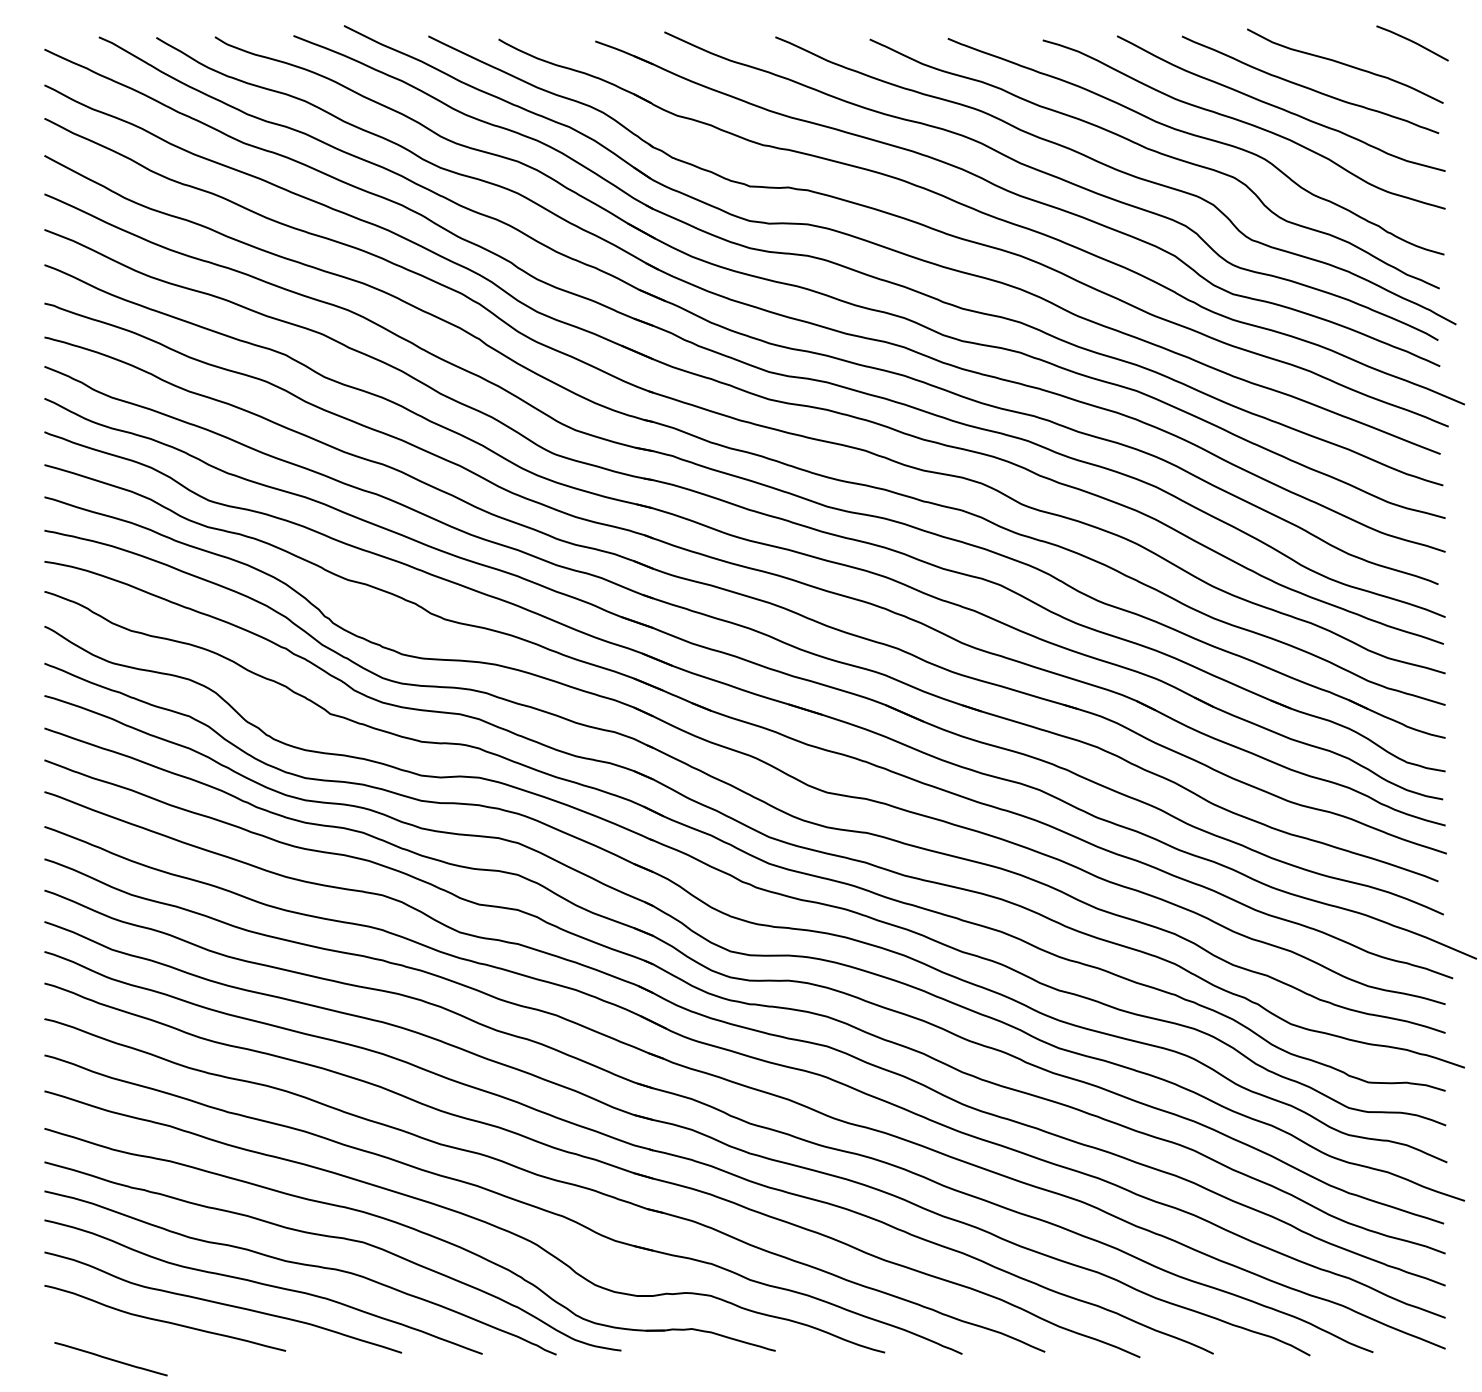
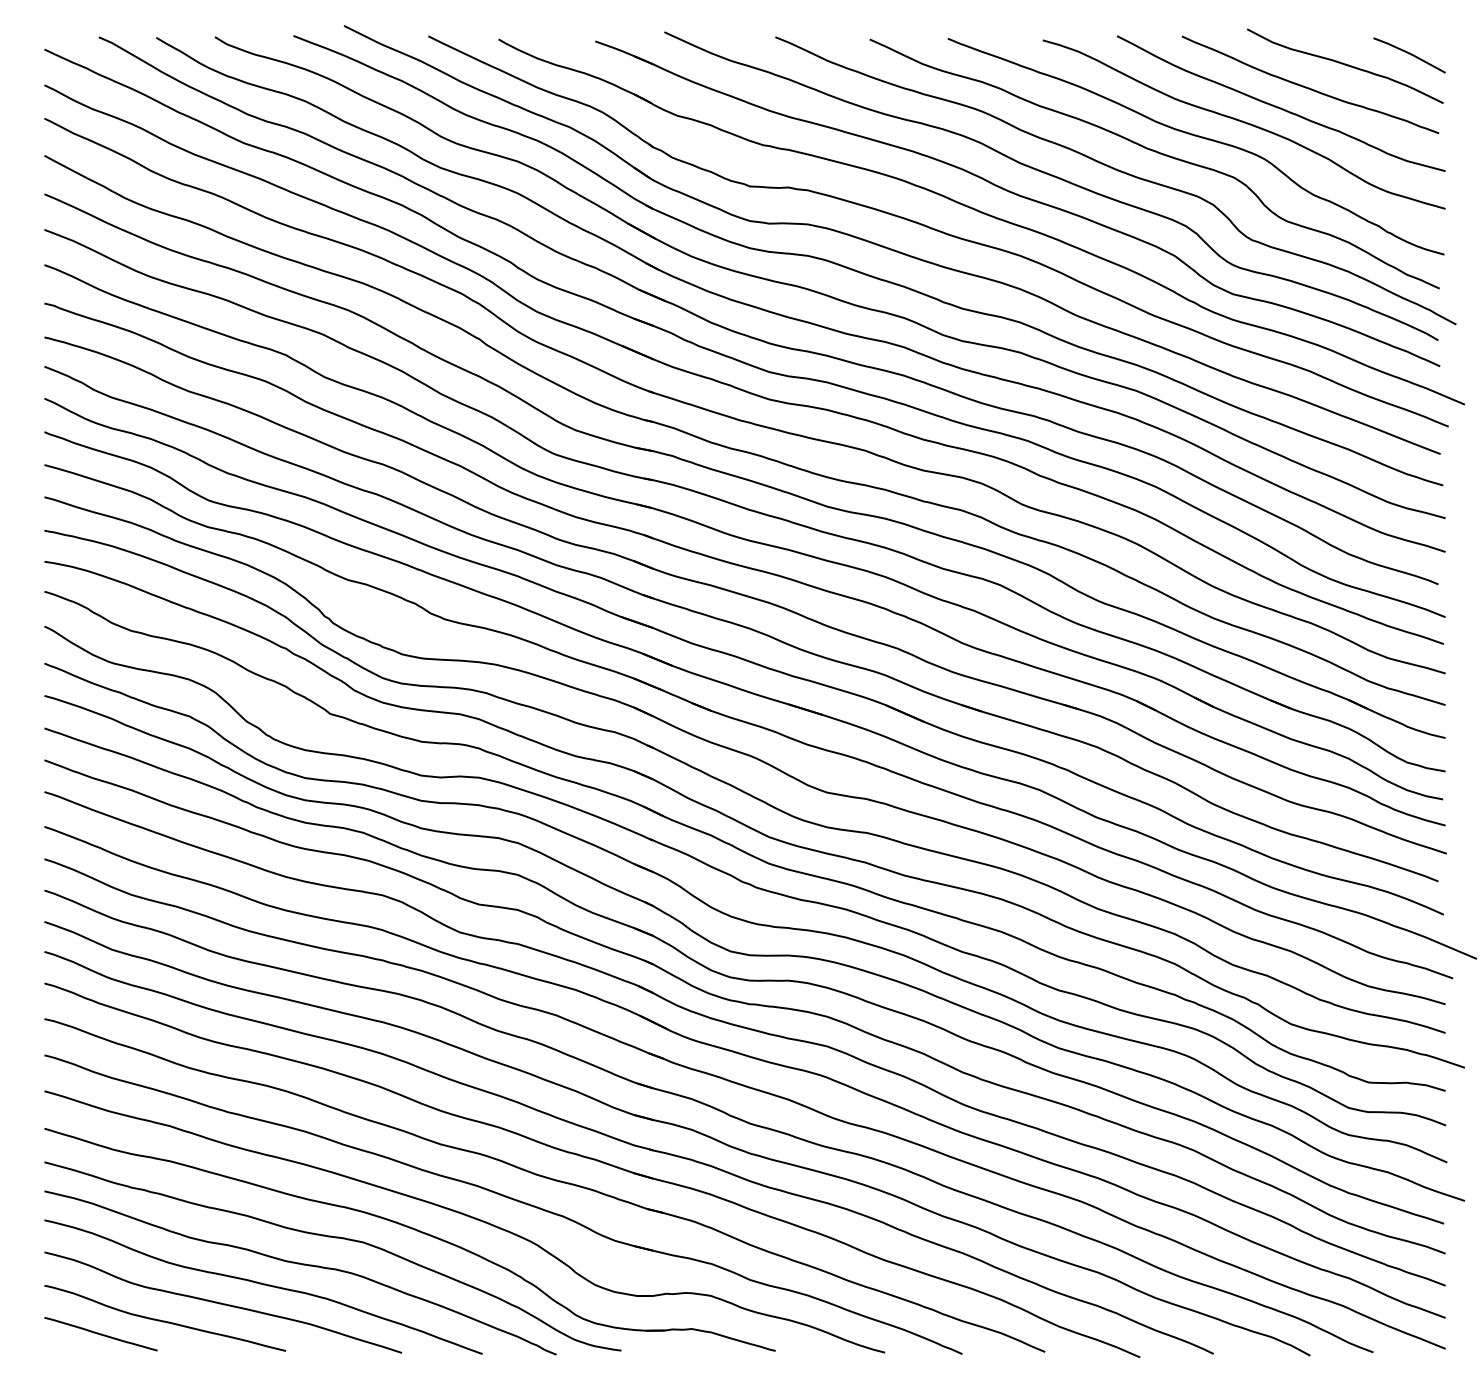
line at (1412, 42) position: (1412, 42) -> (1409, 54)
line at (110, 1359) position: (110, 1359) -> (100, 1334)
